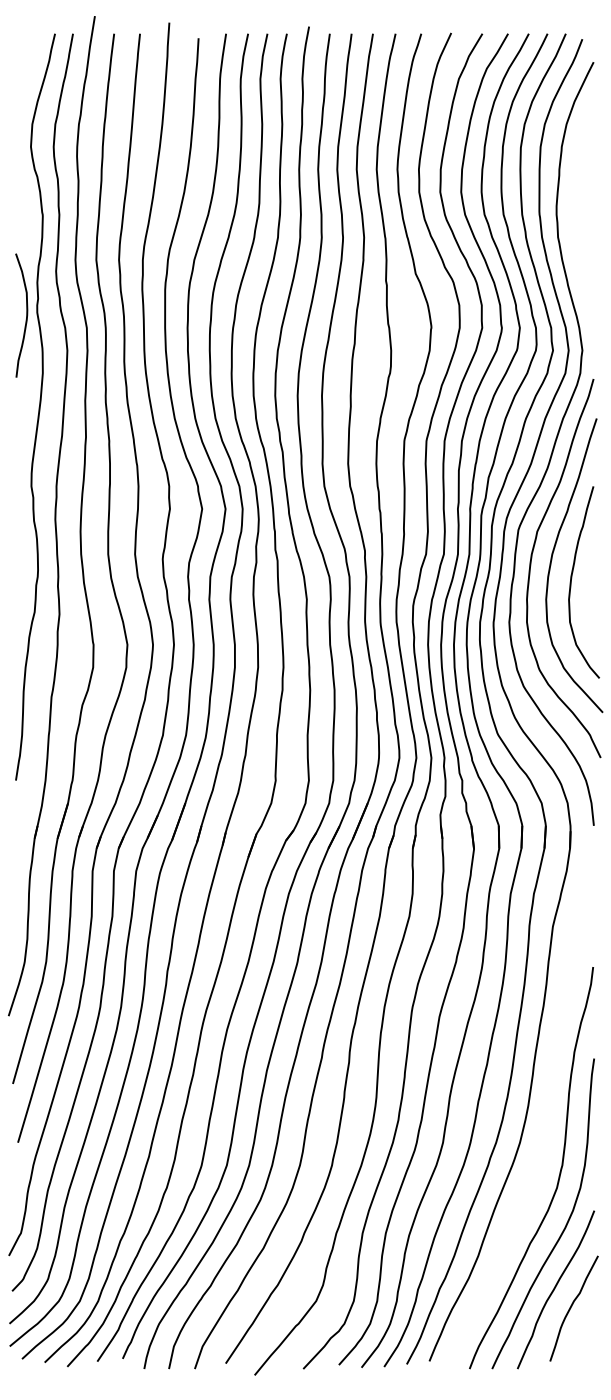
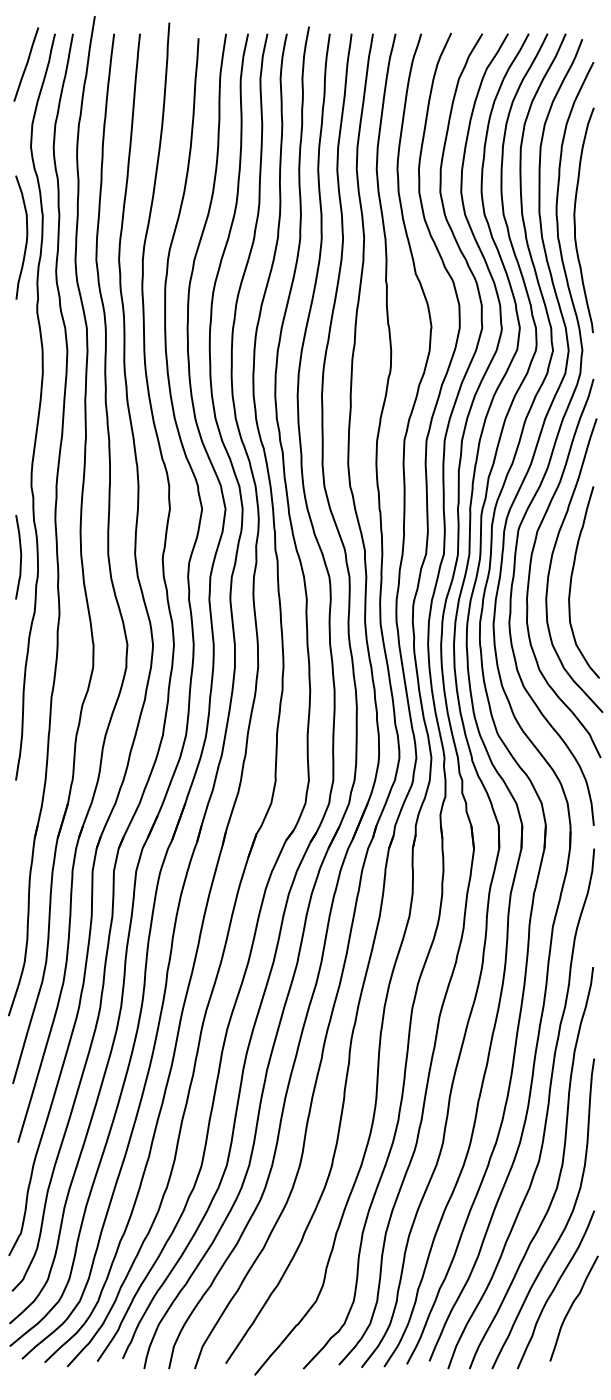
line at (26, 64): none -> present
curve at (575, 220): none -> present
curve at (26, 315) position: (26, 315) -> (26, 237)
curve at (20, 557): none -> present
curve at (546, 1109): none -> present
